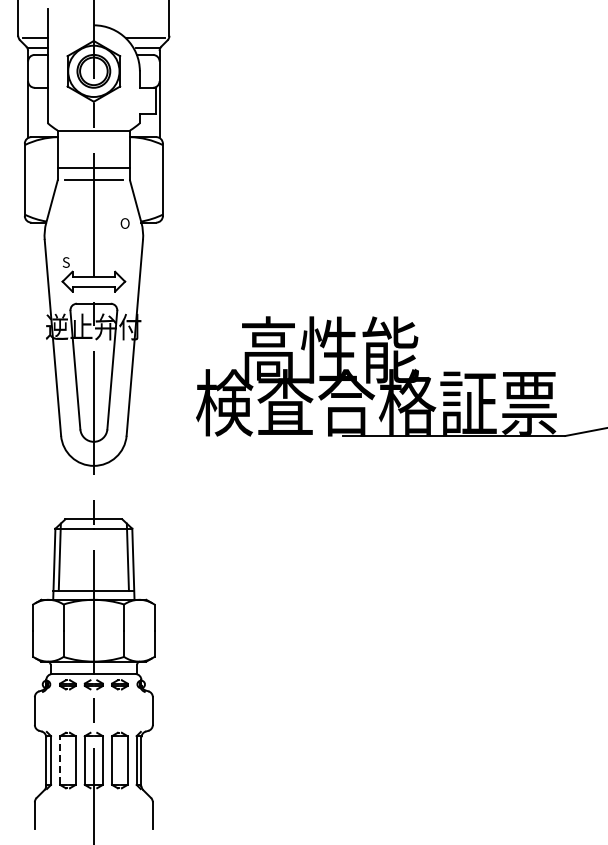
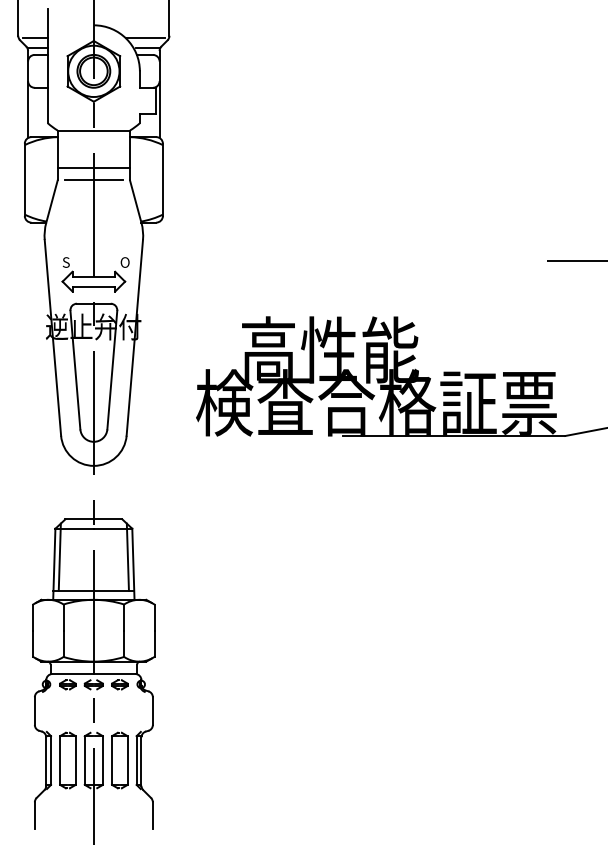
text at (124, 223) position: (124, 223) -> (124, 262)
line at (575, 261): none -> present
line at (59, 760): dashed -> solid
